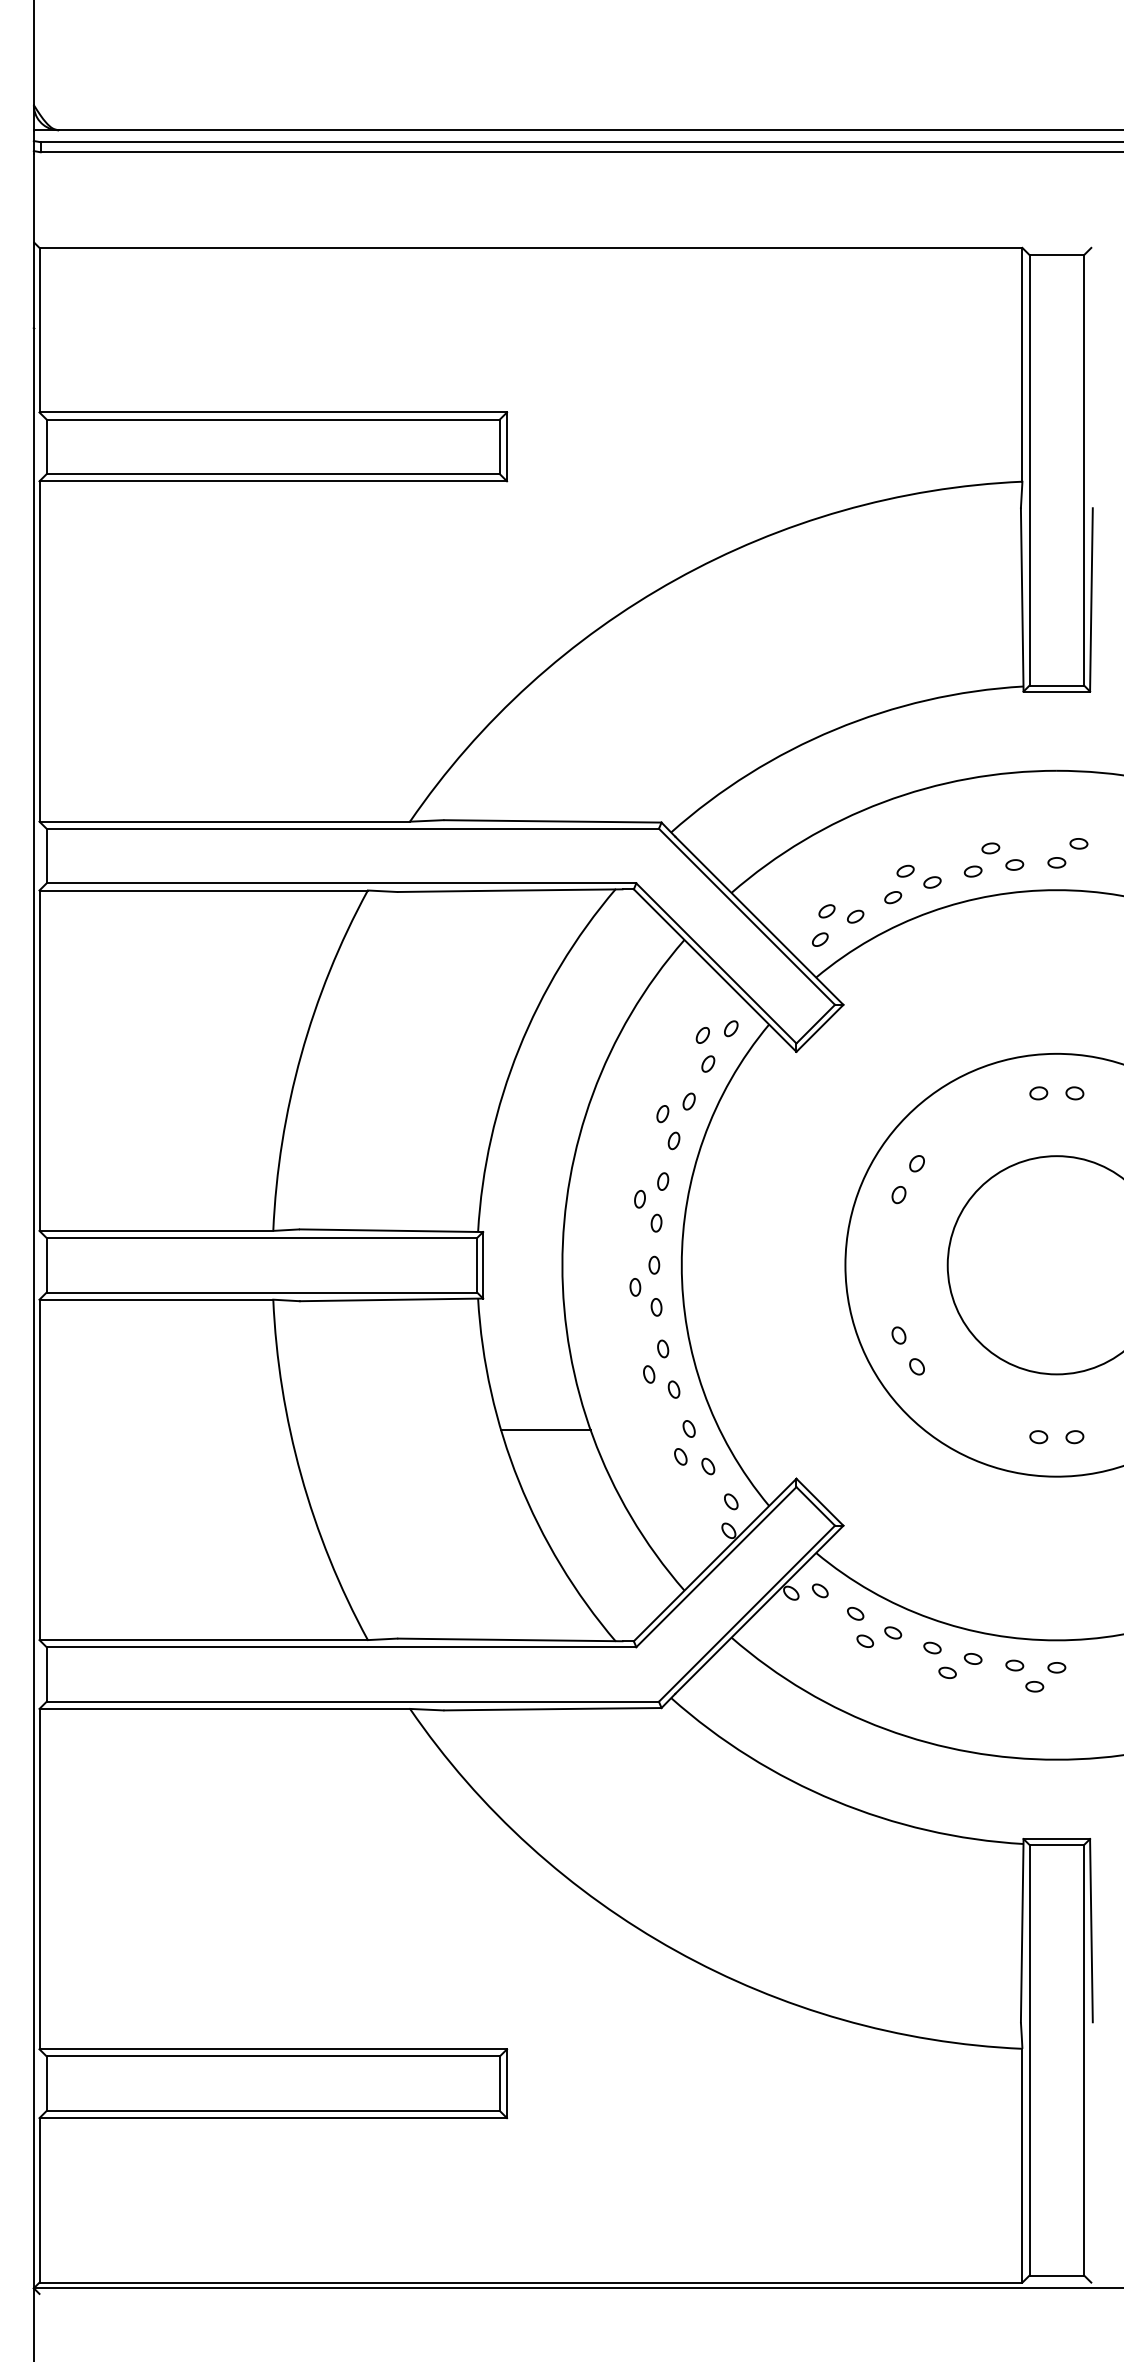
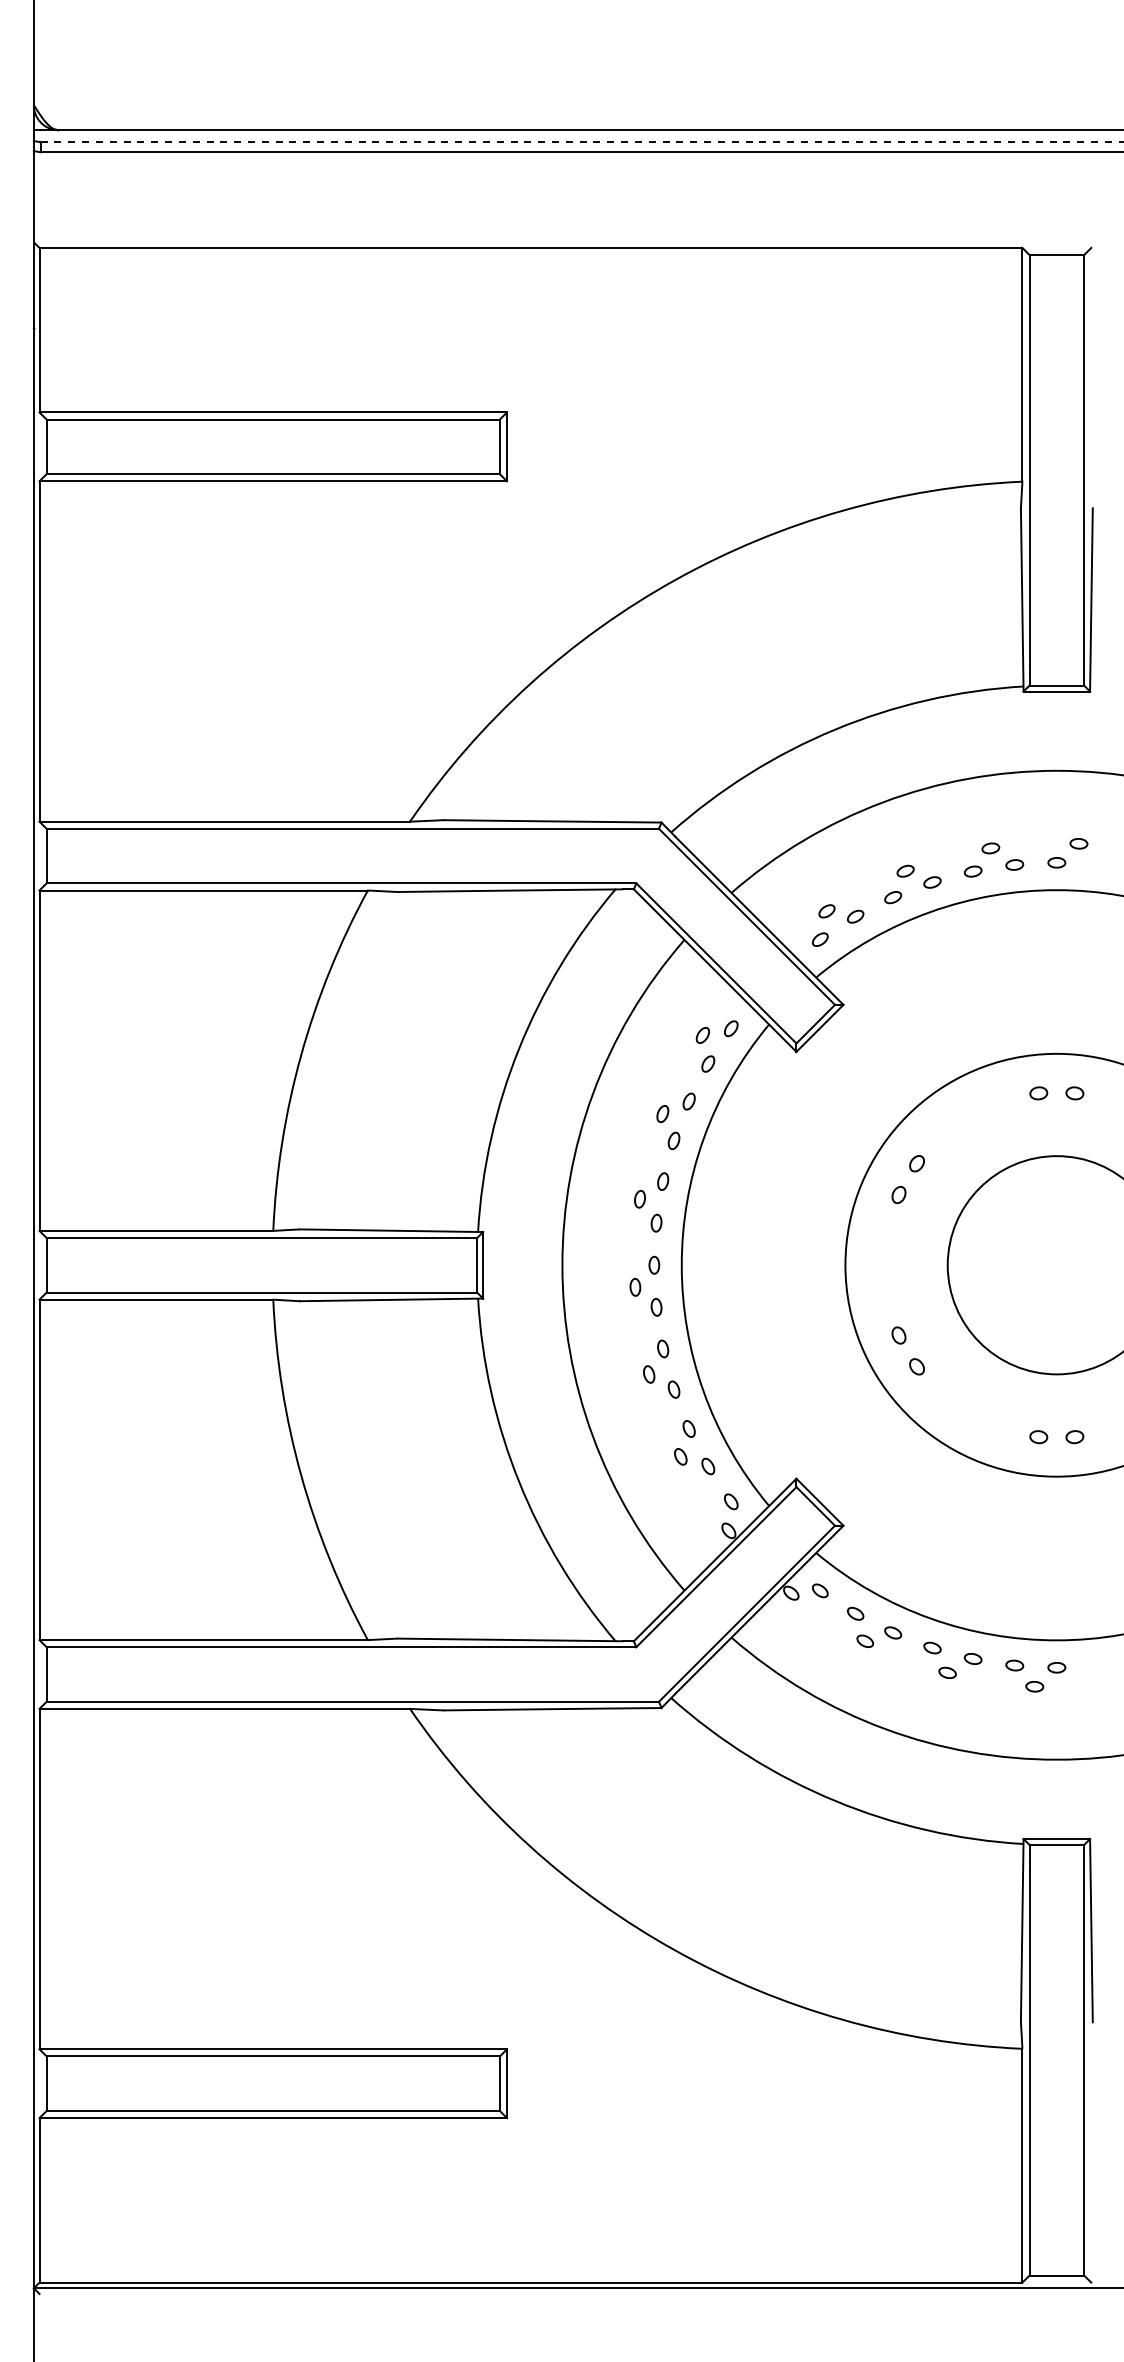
line at (582, 142): solid -> dashed
line at (545, 1429): present -> none
